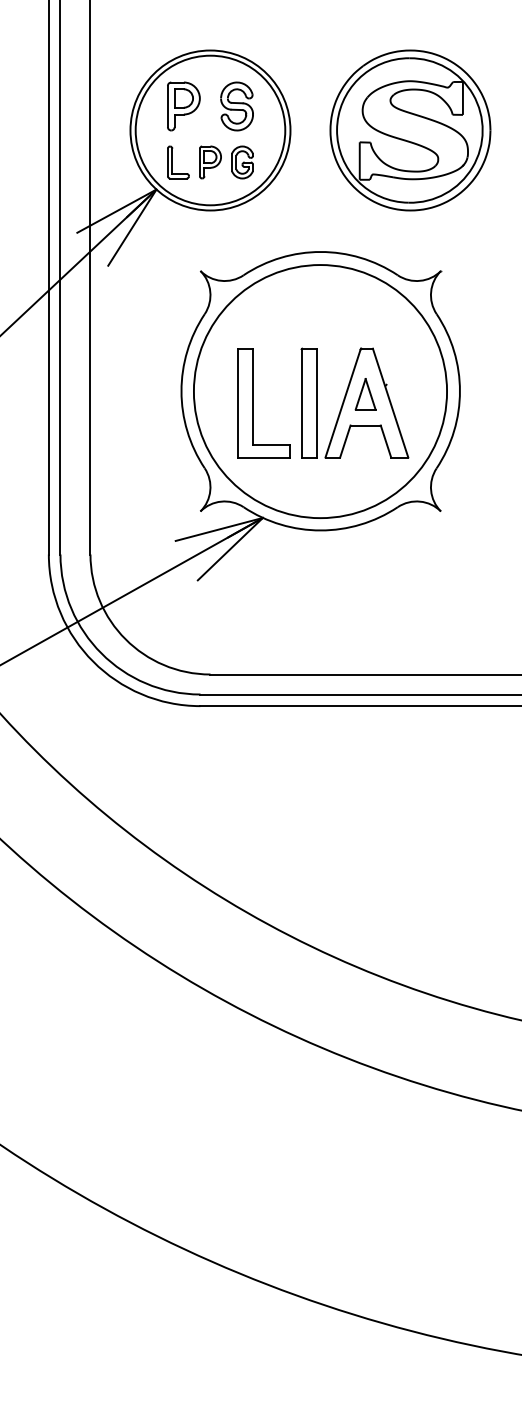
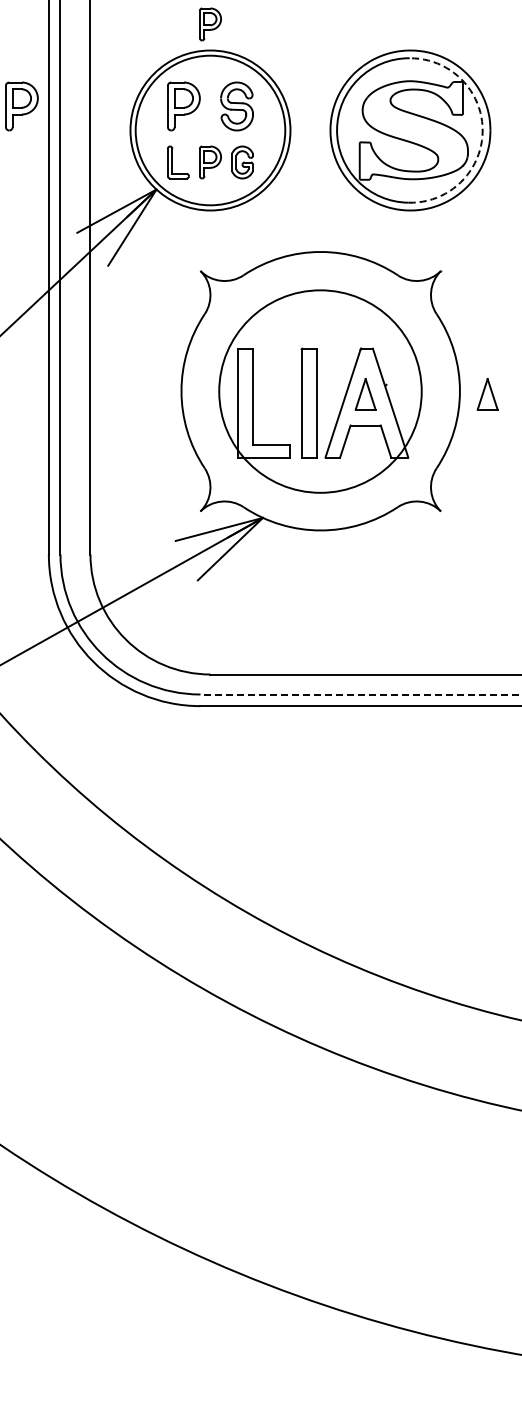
part at (210, 24): none -> present
part at (21, 106): none -> present
arc at (482, 131): solid -> dashed
circle at (320, 391) diameter: 253 px -> 202 px
part at (487, 394): none -> present
line at (360, 694): solid -> dashed
